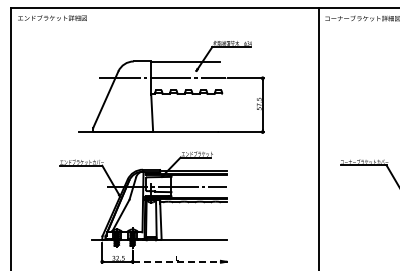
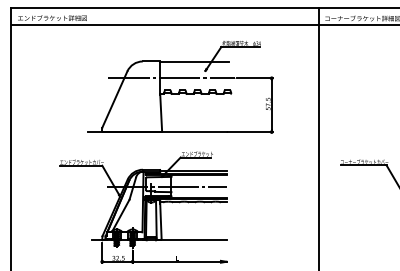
line at (203, 25): none -> present
part at (171, 87) position: (171, 87) -> (180, 87)
line at (177, 261): dashed -> solid
